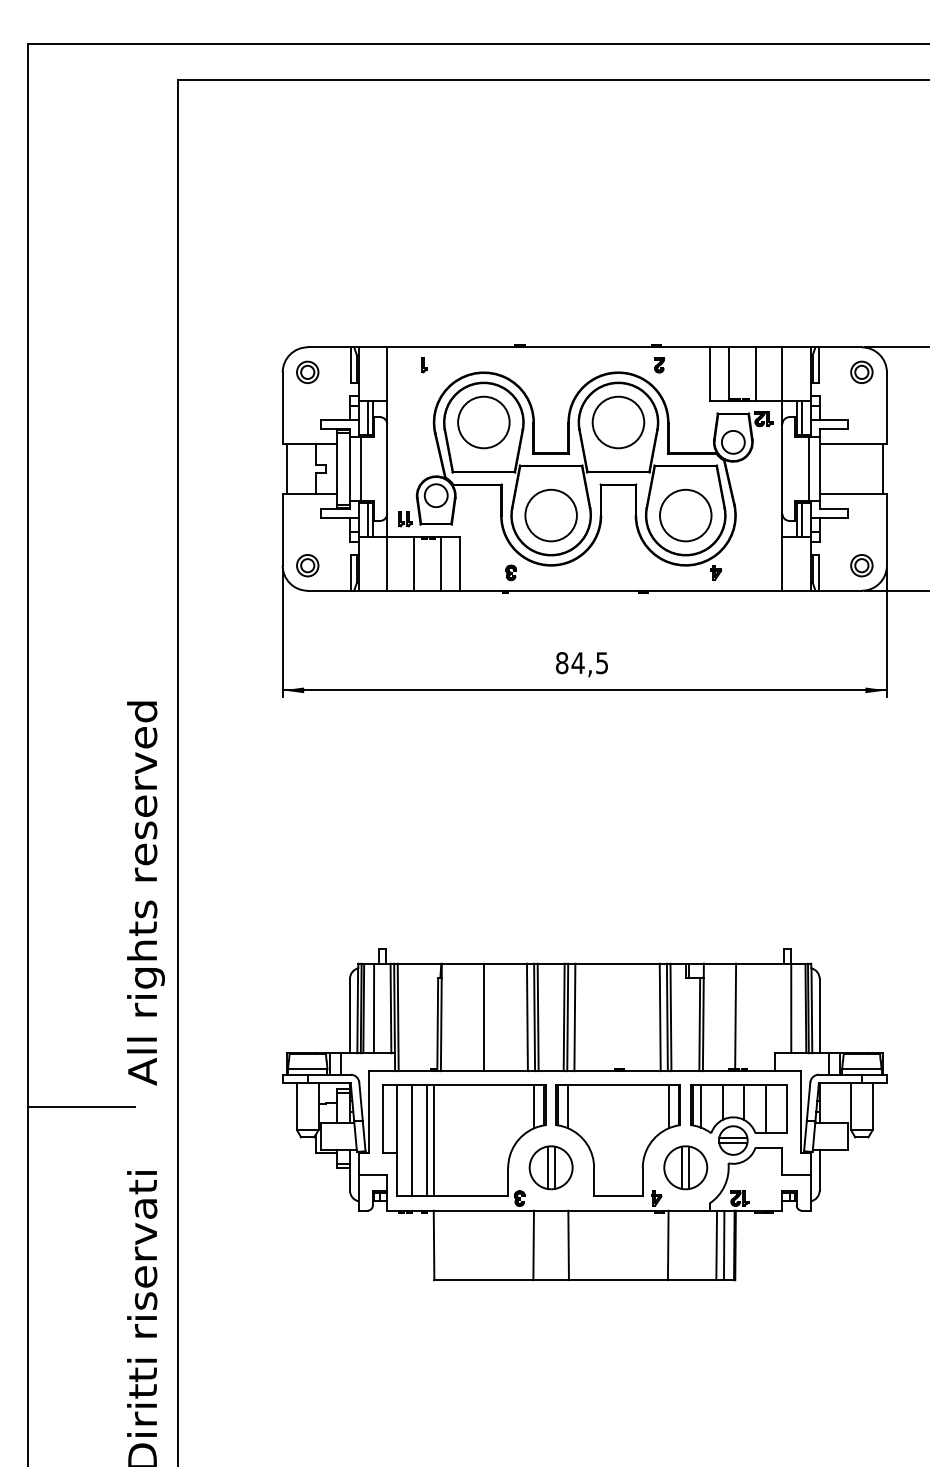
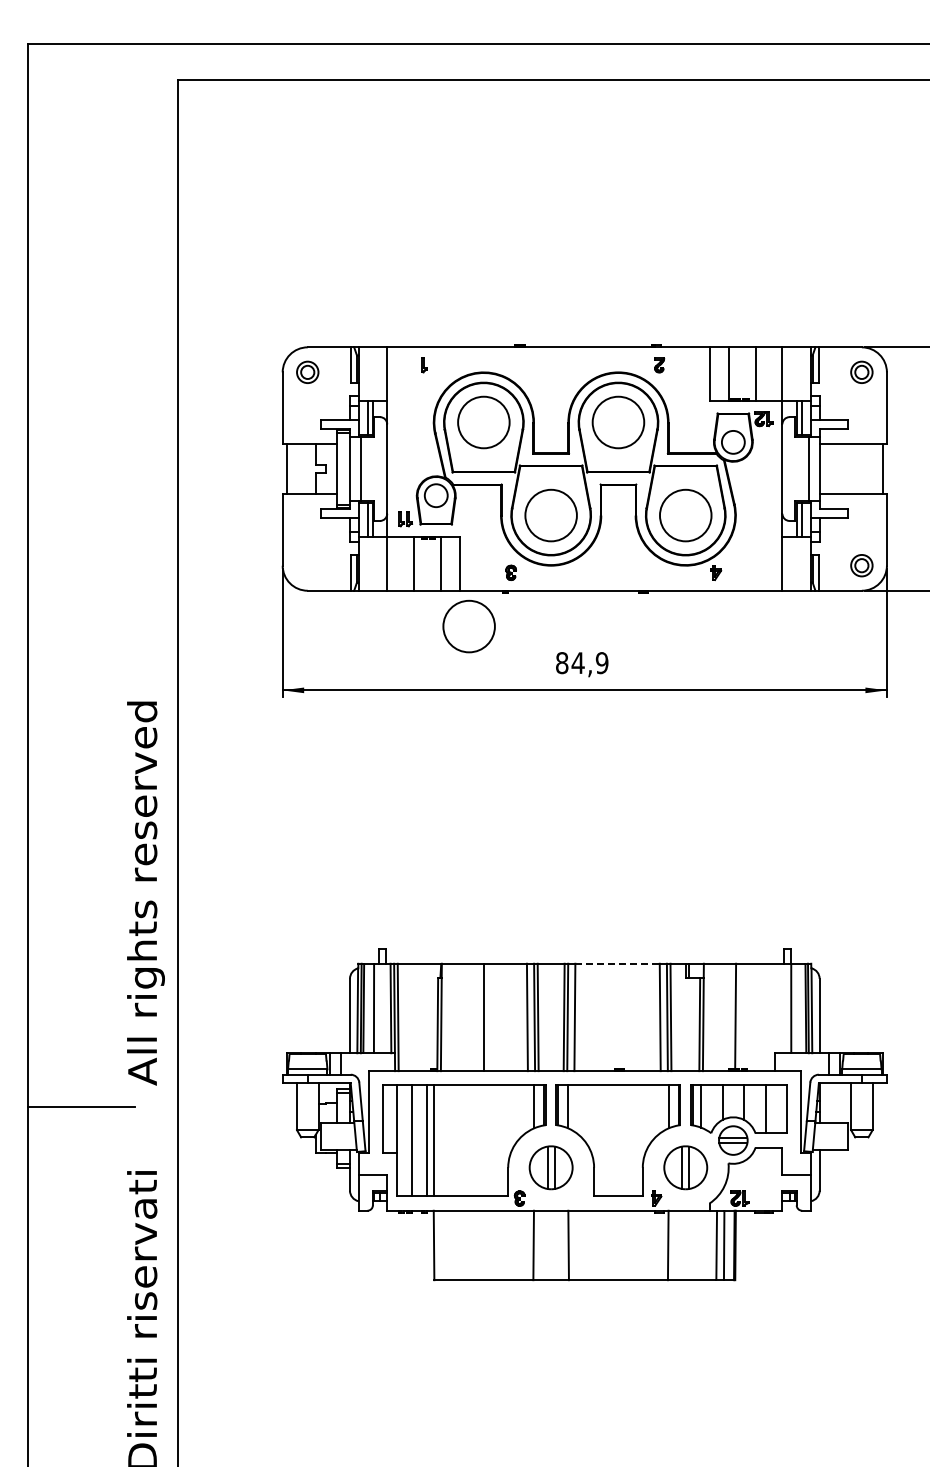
part at (307, 565): present -> none
circle at (468, 626): none -> present
text at (601, 662): 84,5 -> 84,9
line at (618, 963): solid -> dashed
